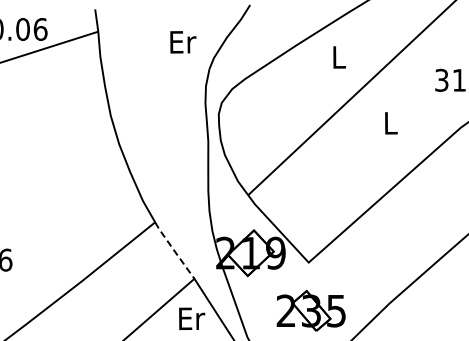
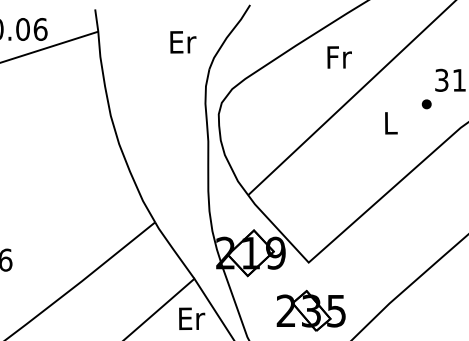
text at (339, 57): L -> Fr
part at (426, 104): none -> present
line at (173, 249): dashed -> solid
